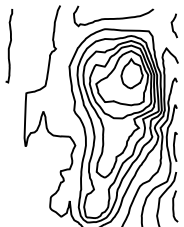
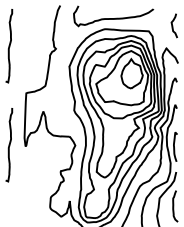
curve at (9, 145): none -> present
